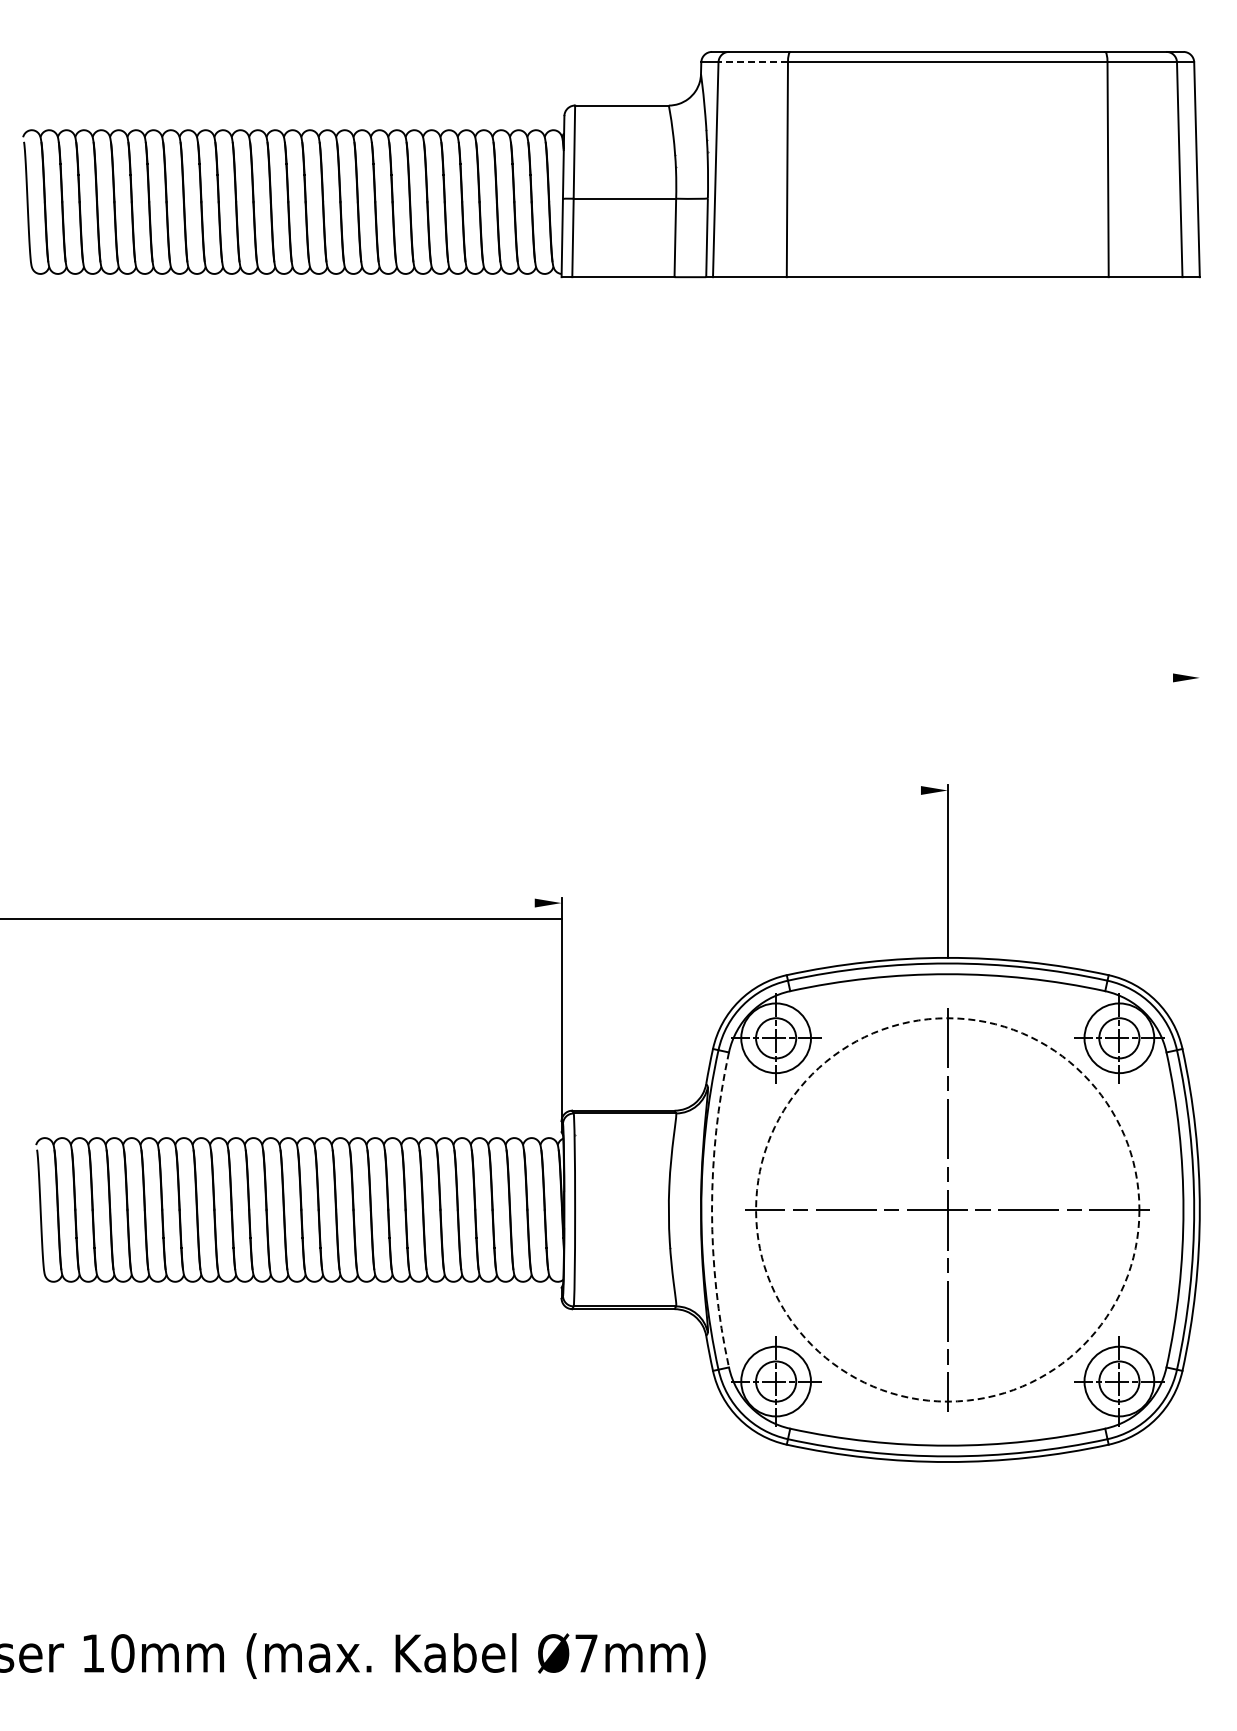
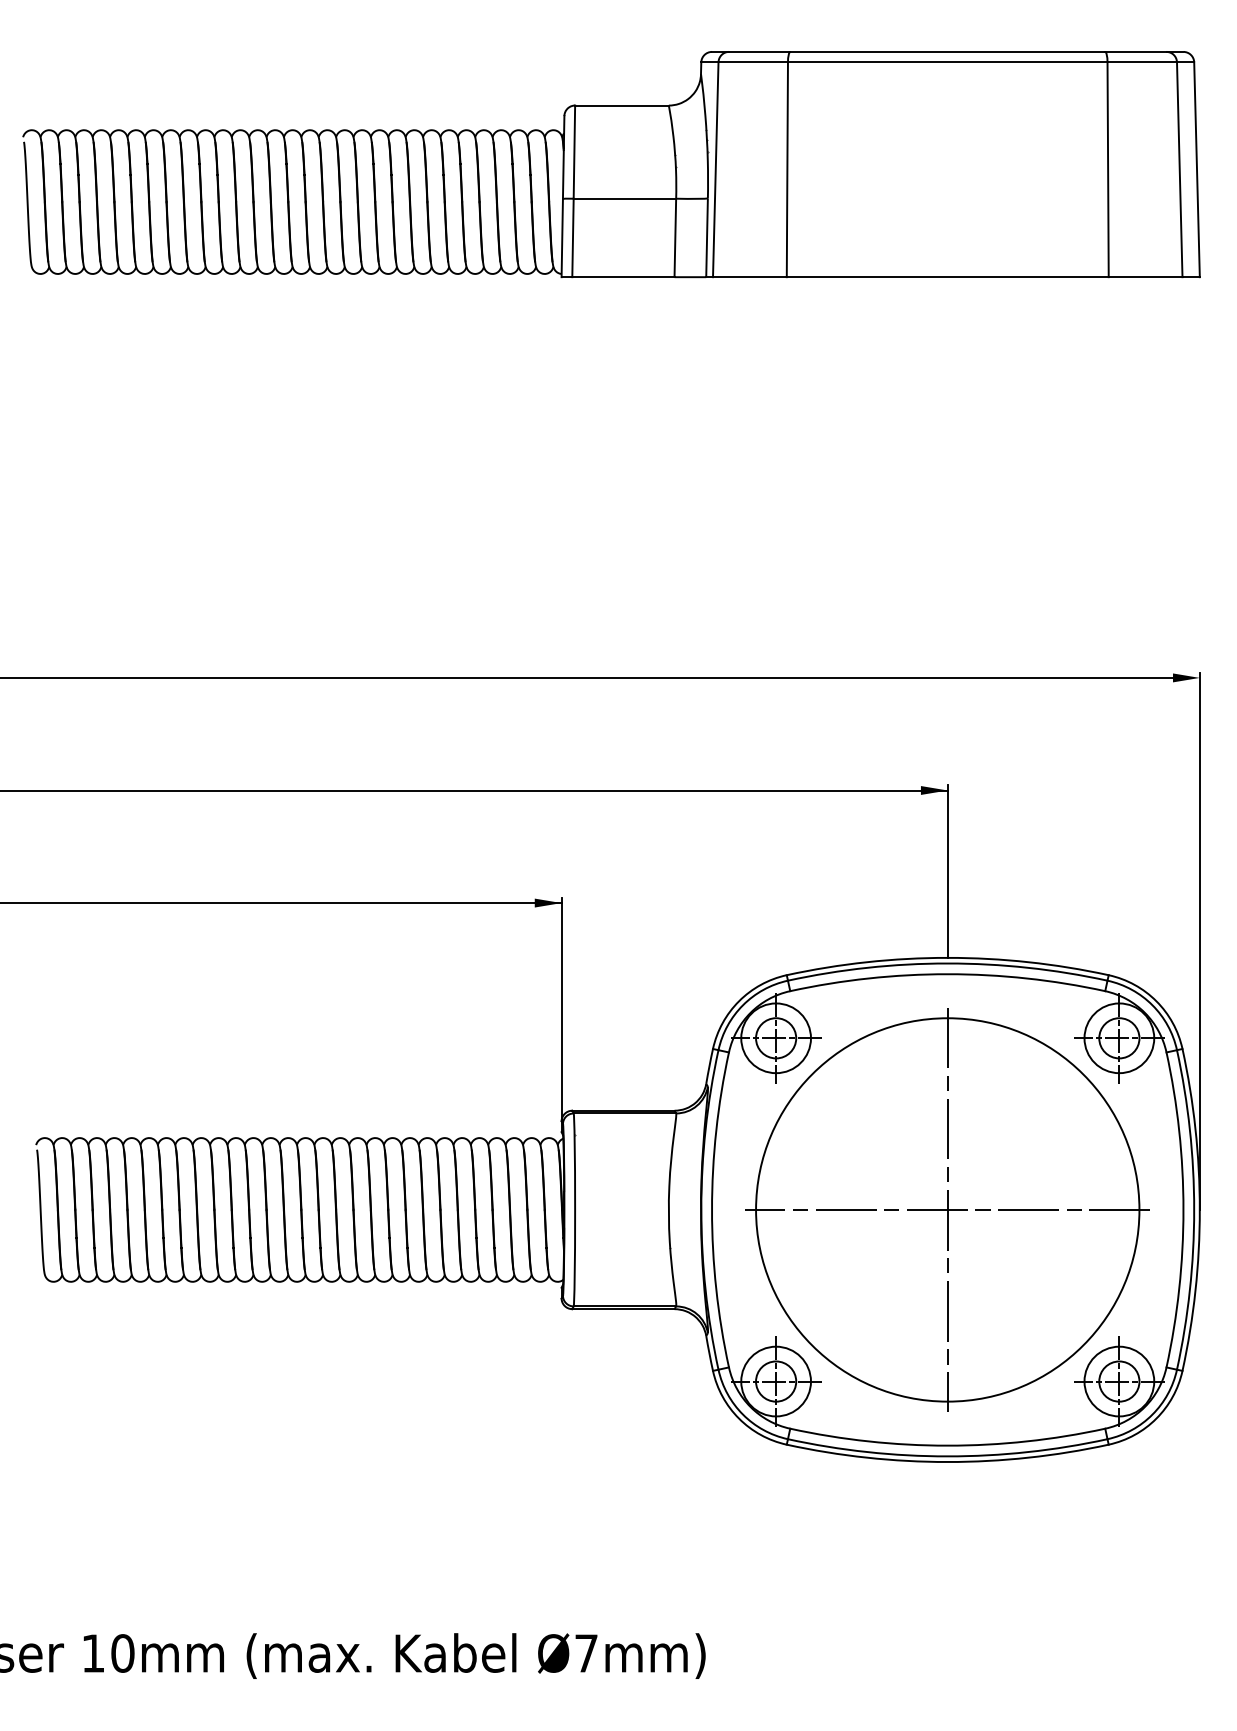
line at (753, 62): dashed -> solid
line at (587, 677): none -> present
line at (474, 790): none -> present
line at (281, 919) position: (281, 919) -> (281, 903)
line at (1199, 940): none -> present
arc at (712, 1209): dashed -> solid
circle at (947, 1209): dashed -> solid
